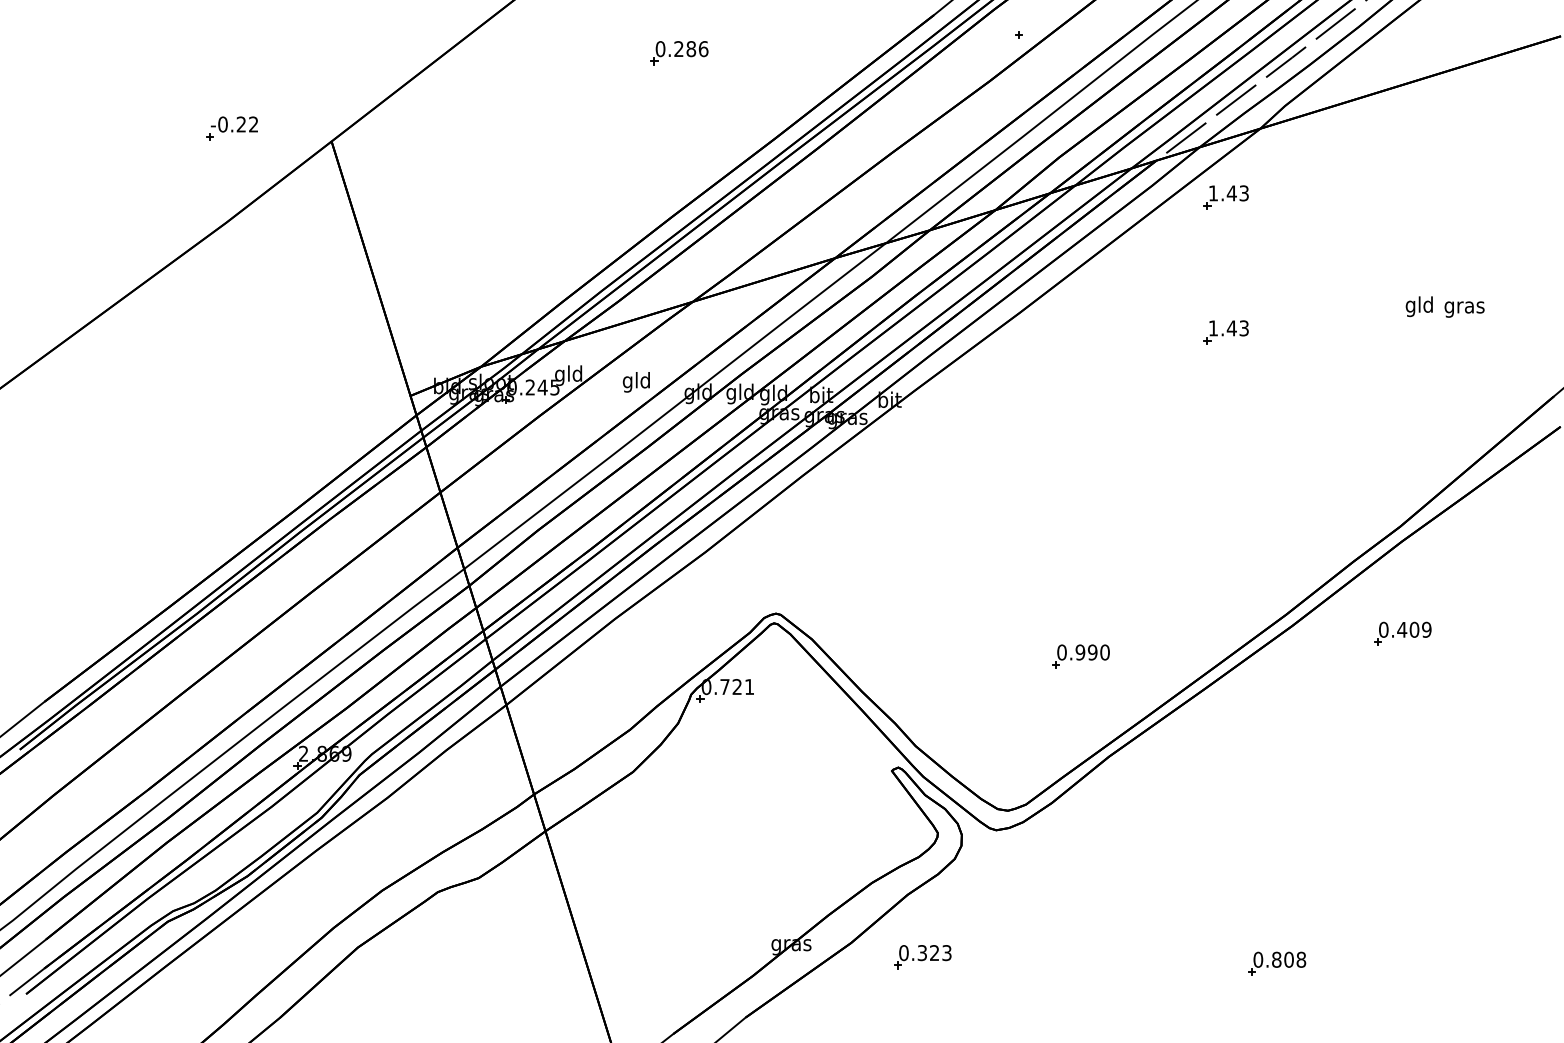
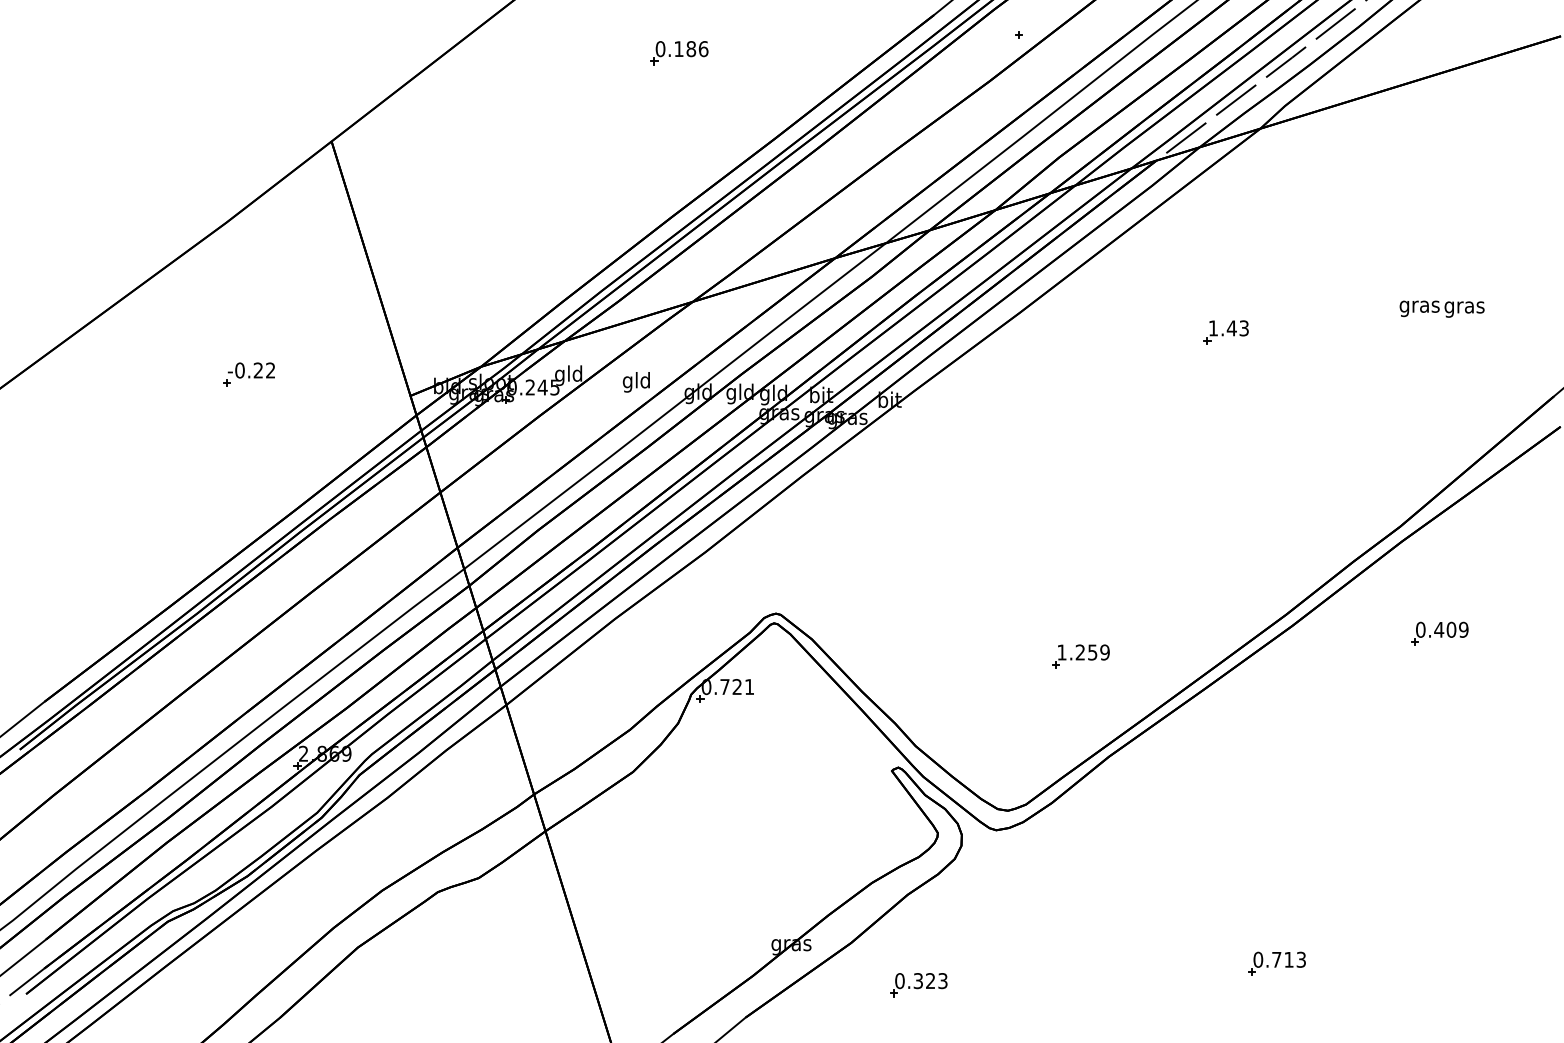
text at (678, 48): 0.286 -> 0.186
part at (231, 128) position: (231, 128) -> (248, 374)
part at (1225, 197): present -> none
text at (1419, 306): gld -> gras
part at (1402, 633) position: (1402, 633) -> (1439, 633)
text at (1083, 652): 0.990 -> 1.259
part at (922, 957) position: (922, 957) -> (918, 985)
text at (1289, 959): 0.808 -> 0.713
